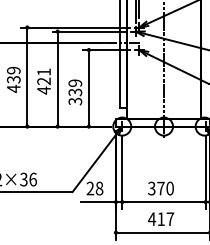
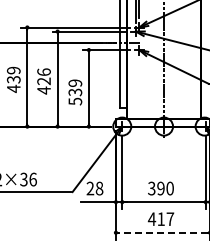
text at (43, 71): 421 -> 426
text at (74, 100): 339 -> 539
text at (160, 188): 370 -> 390
line at (163, 232): solid -> dashed
